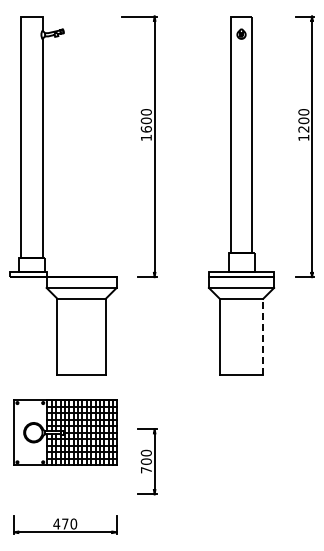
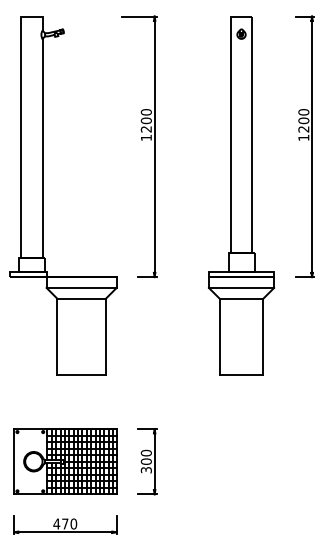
text at (145, 129): 1600 -> 1200
line at (263, 336): dashed -> solid
part at (65, 432) position: (65, 432) -> (65, 461)
text at (145, 470): 700 -> 300
